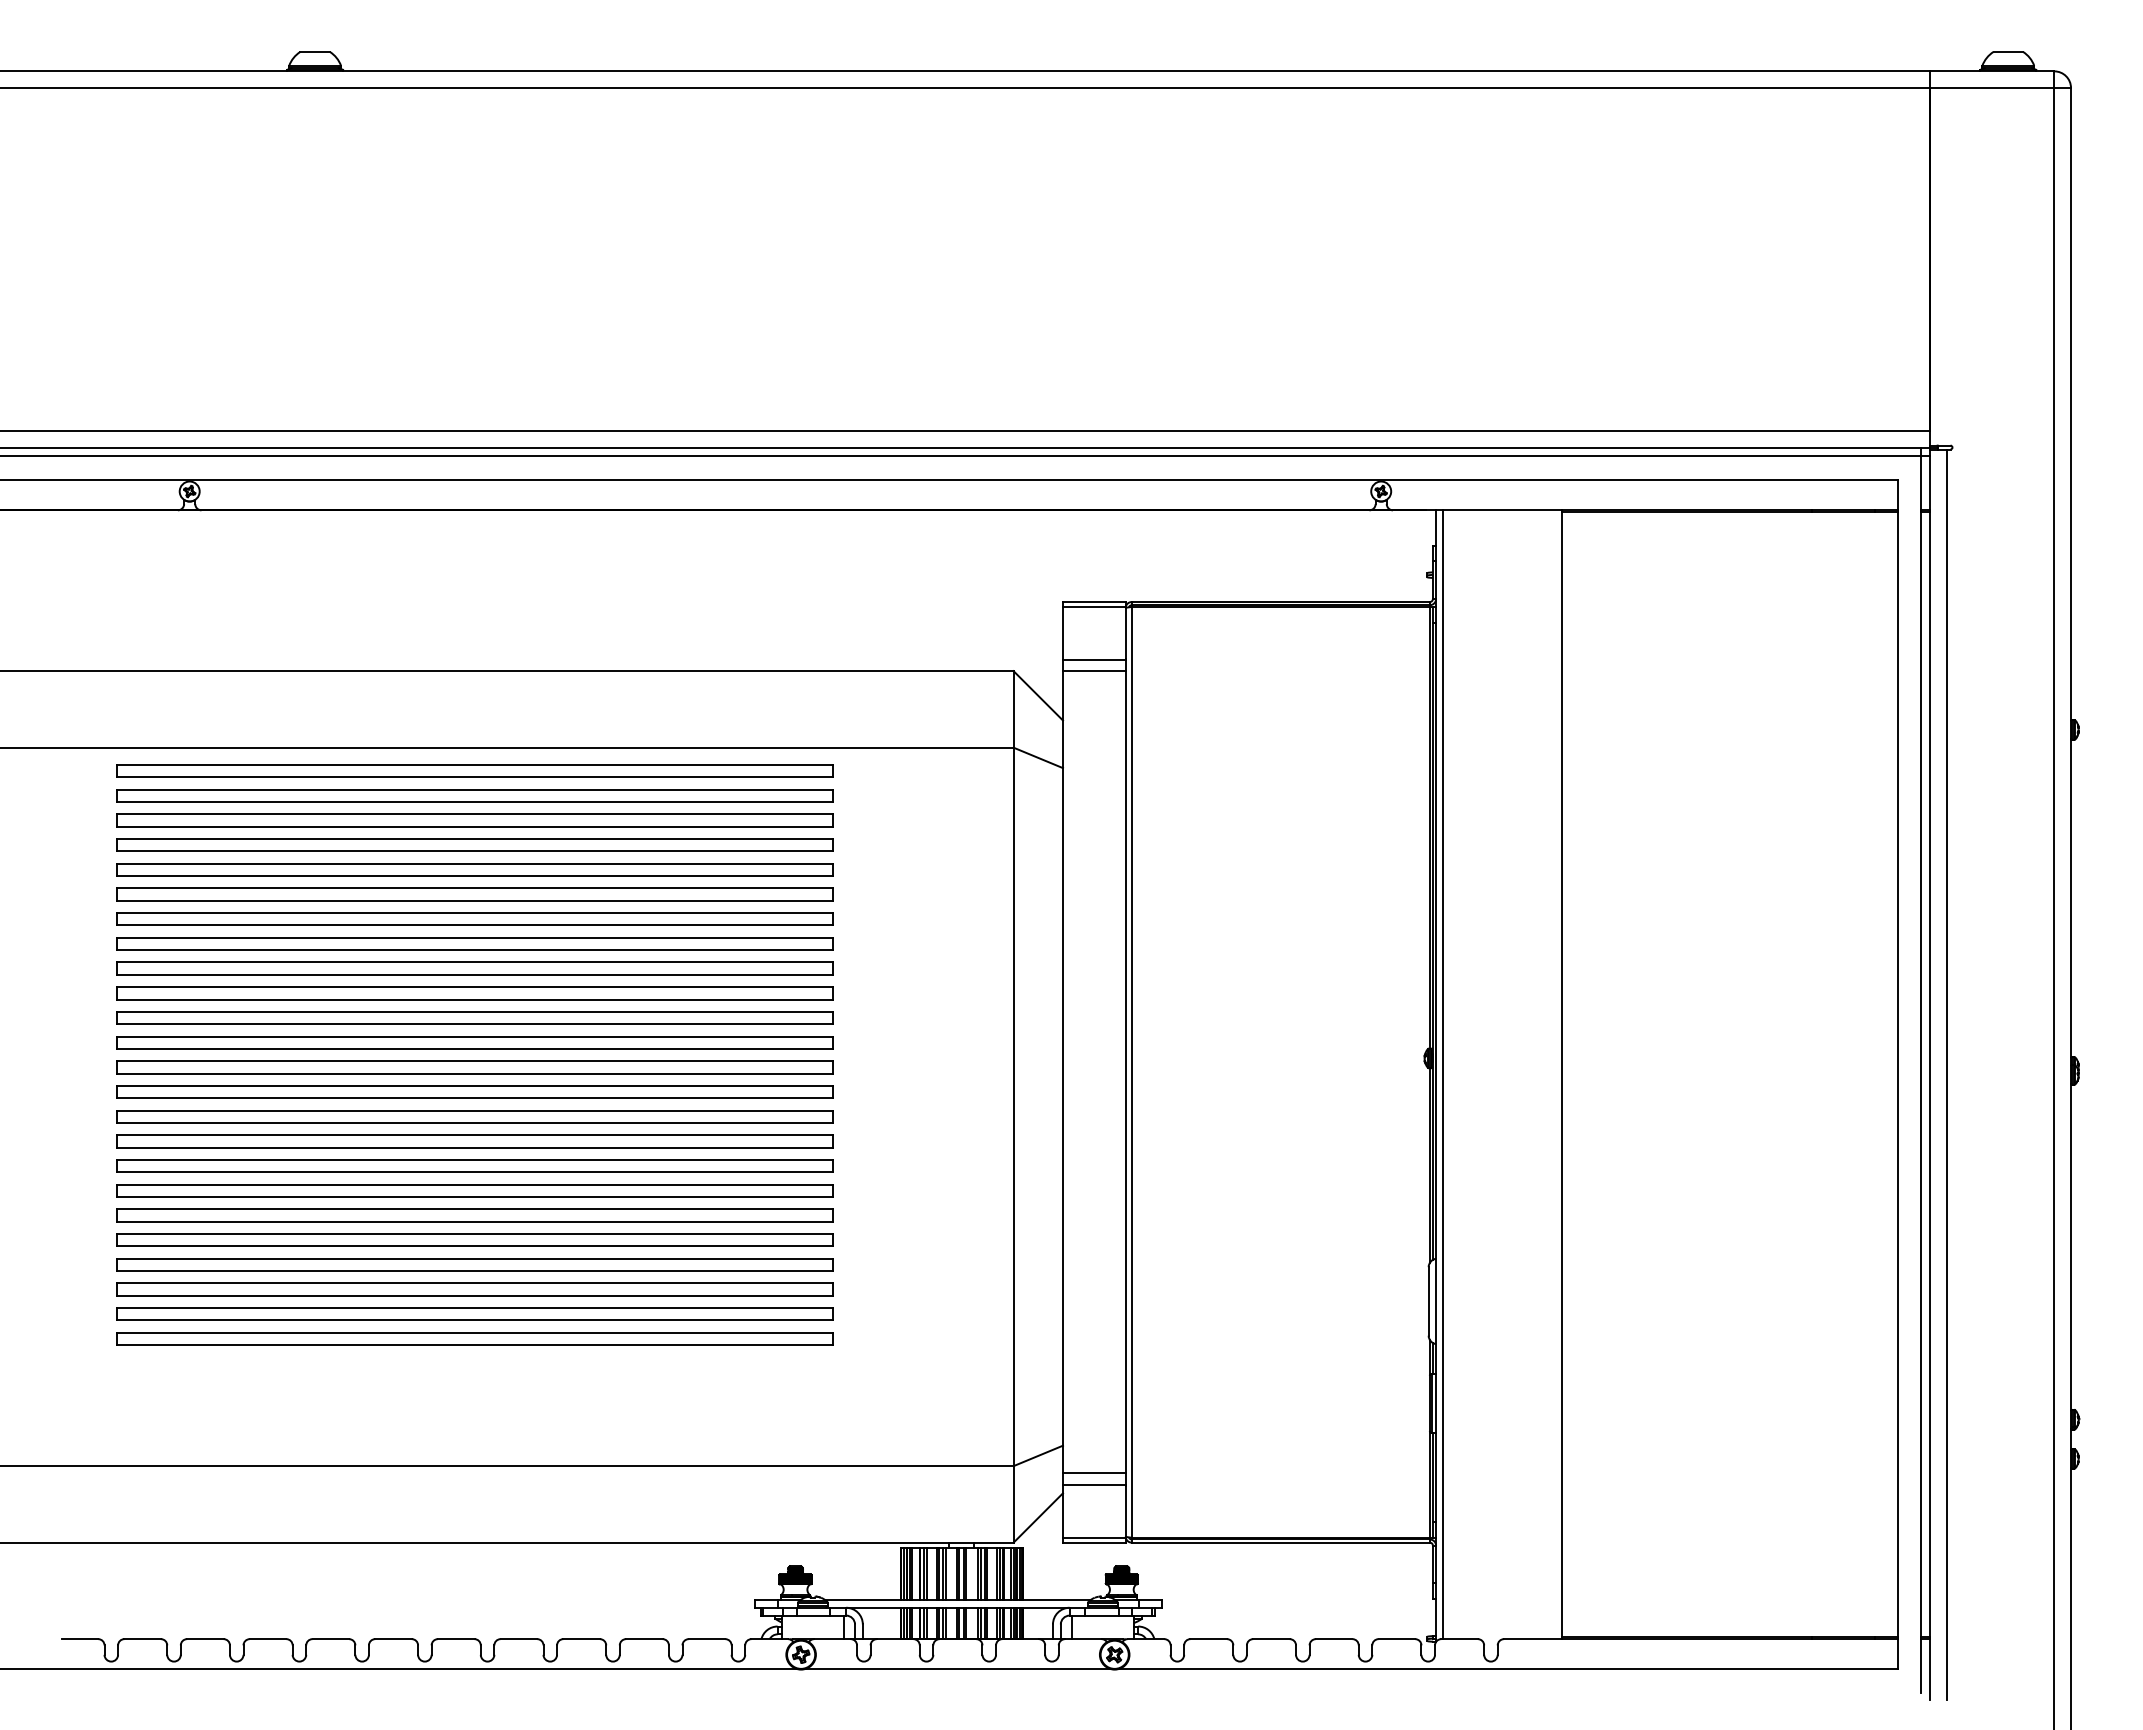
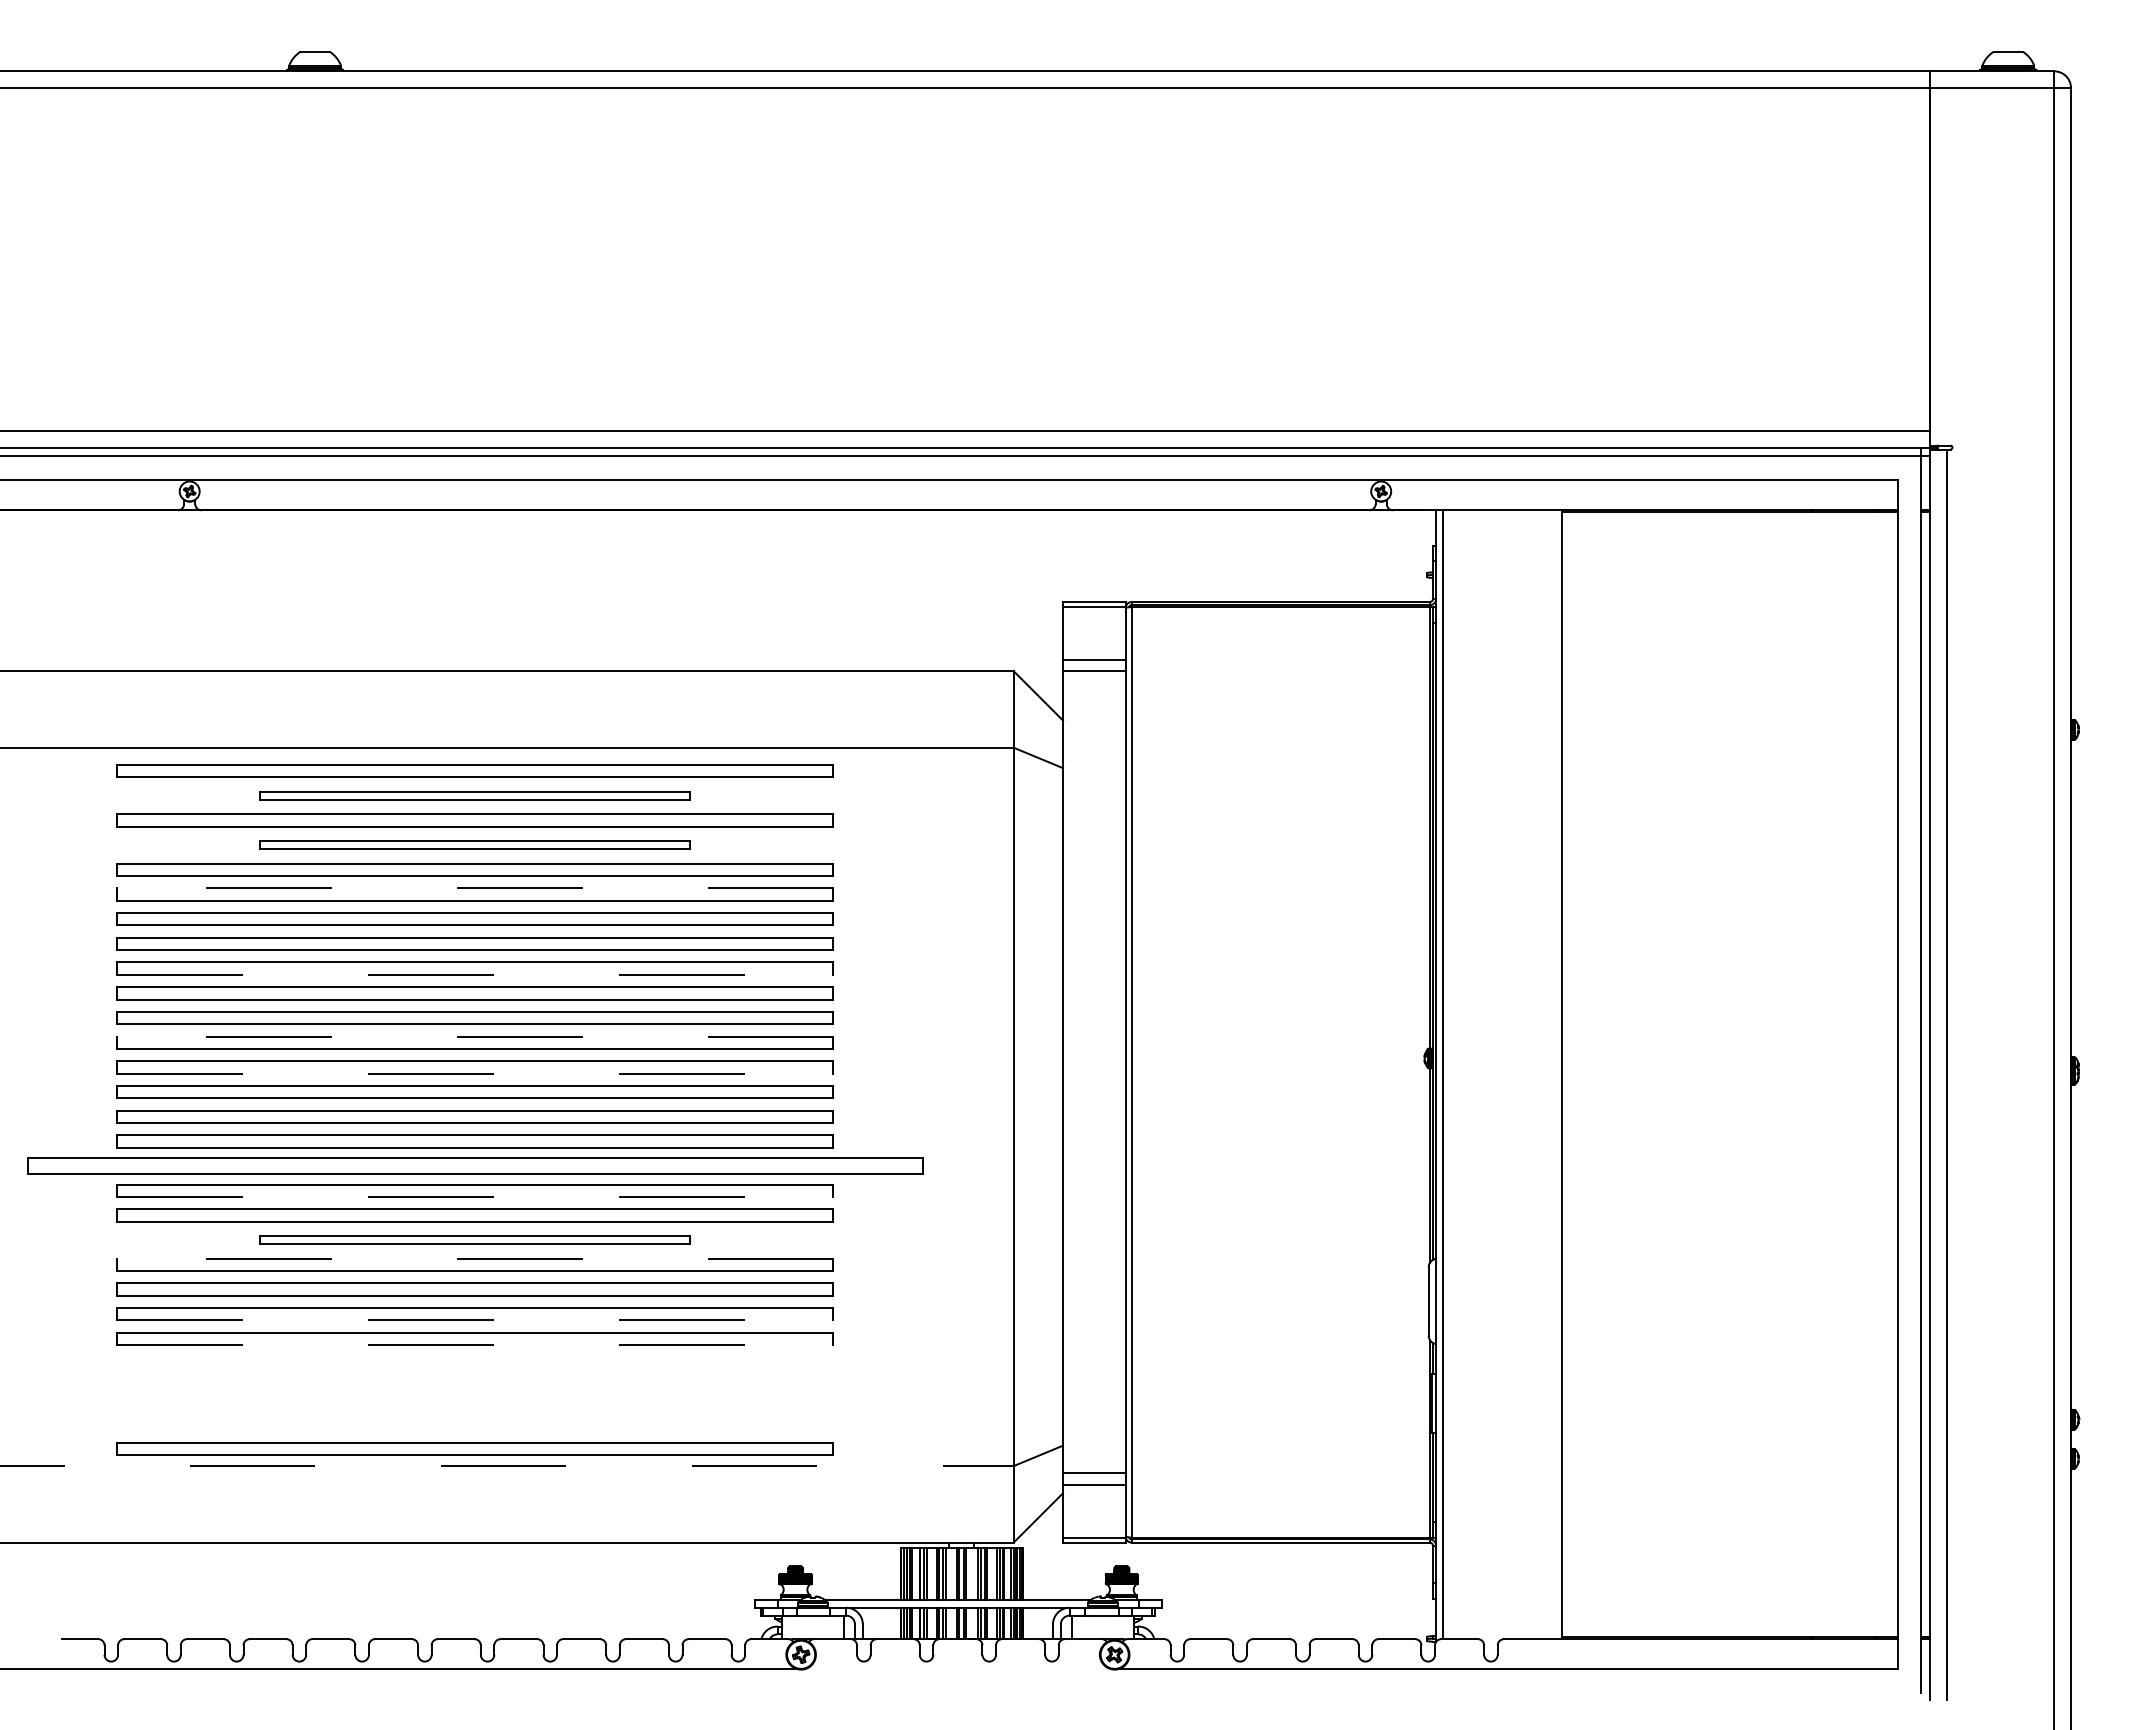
part at (474, 795) size: 718x14 px -> 432x10 px
part at (474, 844) size: 718x14 px -> 432x10 px
line at (475, 888): solid -> dashed
line at (475, 974): solid -> dashed
line at (475, 1036): solid -> dashed
line at (475, 1073): solid -> dashed
part at (474, 1165) size: 718x14 px -> 897x18 px
line at (475, 1197): solid -> dashed
part at (474, 1239) size: 718x14 px -> 432x10 px
line at (475, 1258): solid -> dashed
line at (475, 1320): solid -> dashed
line at (475, 1345): solid -> dashed
part at (474, 1448): none -> present
line at (507, 1466): solid -> dashed
line at (957, 1669): present -> none
